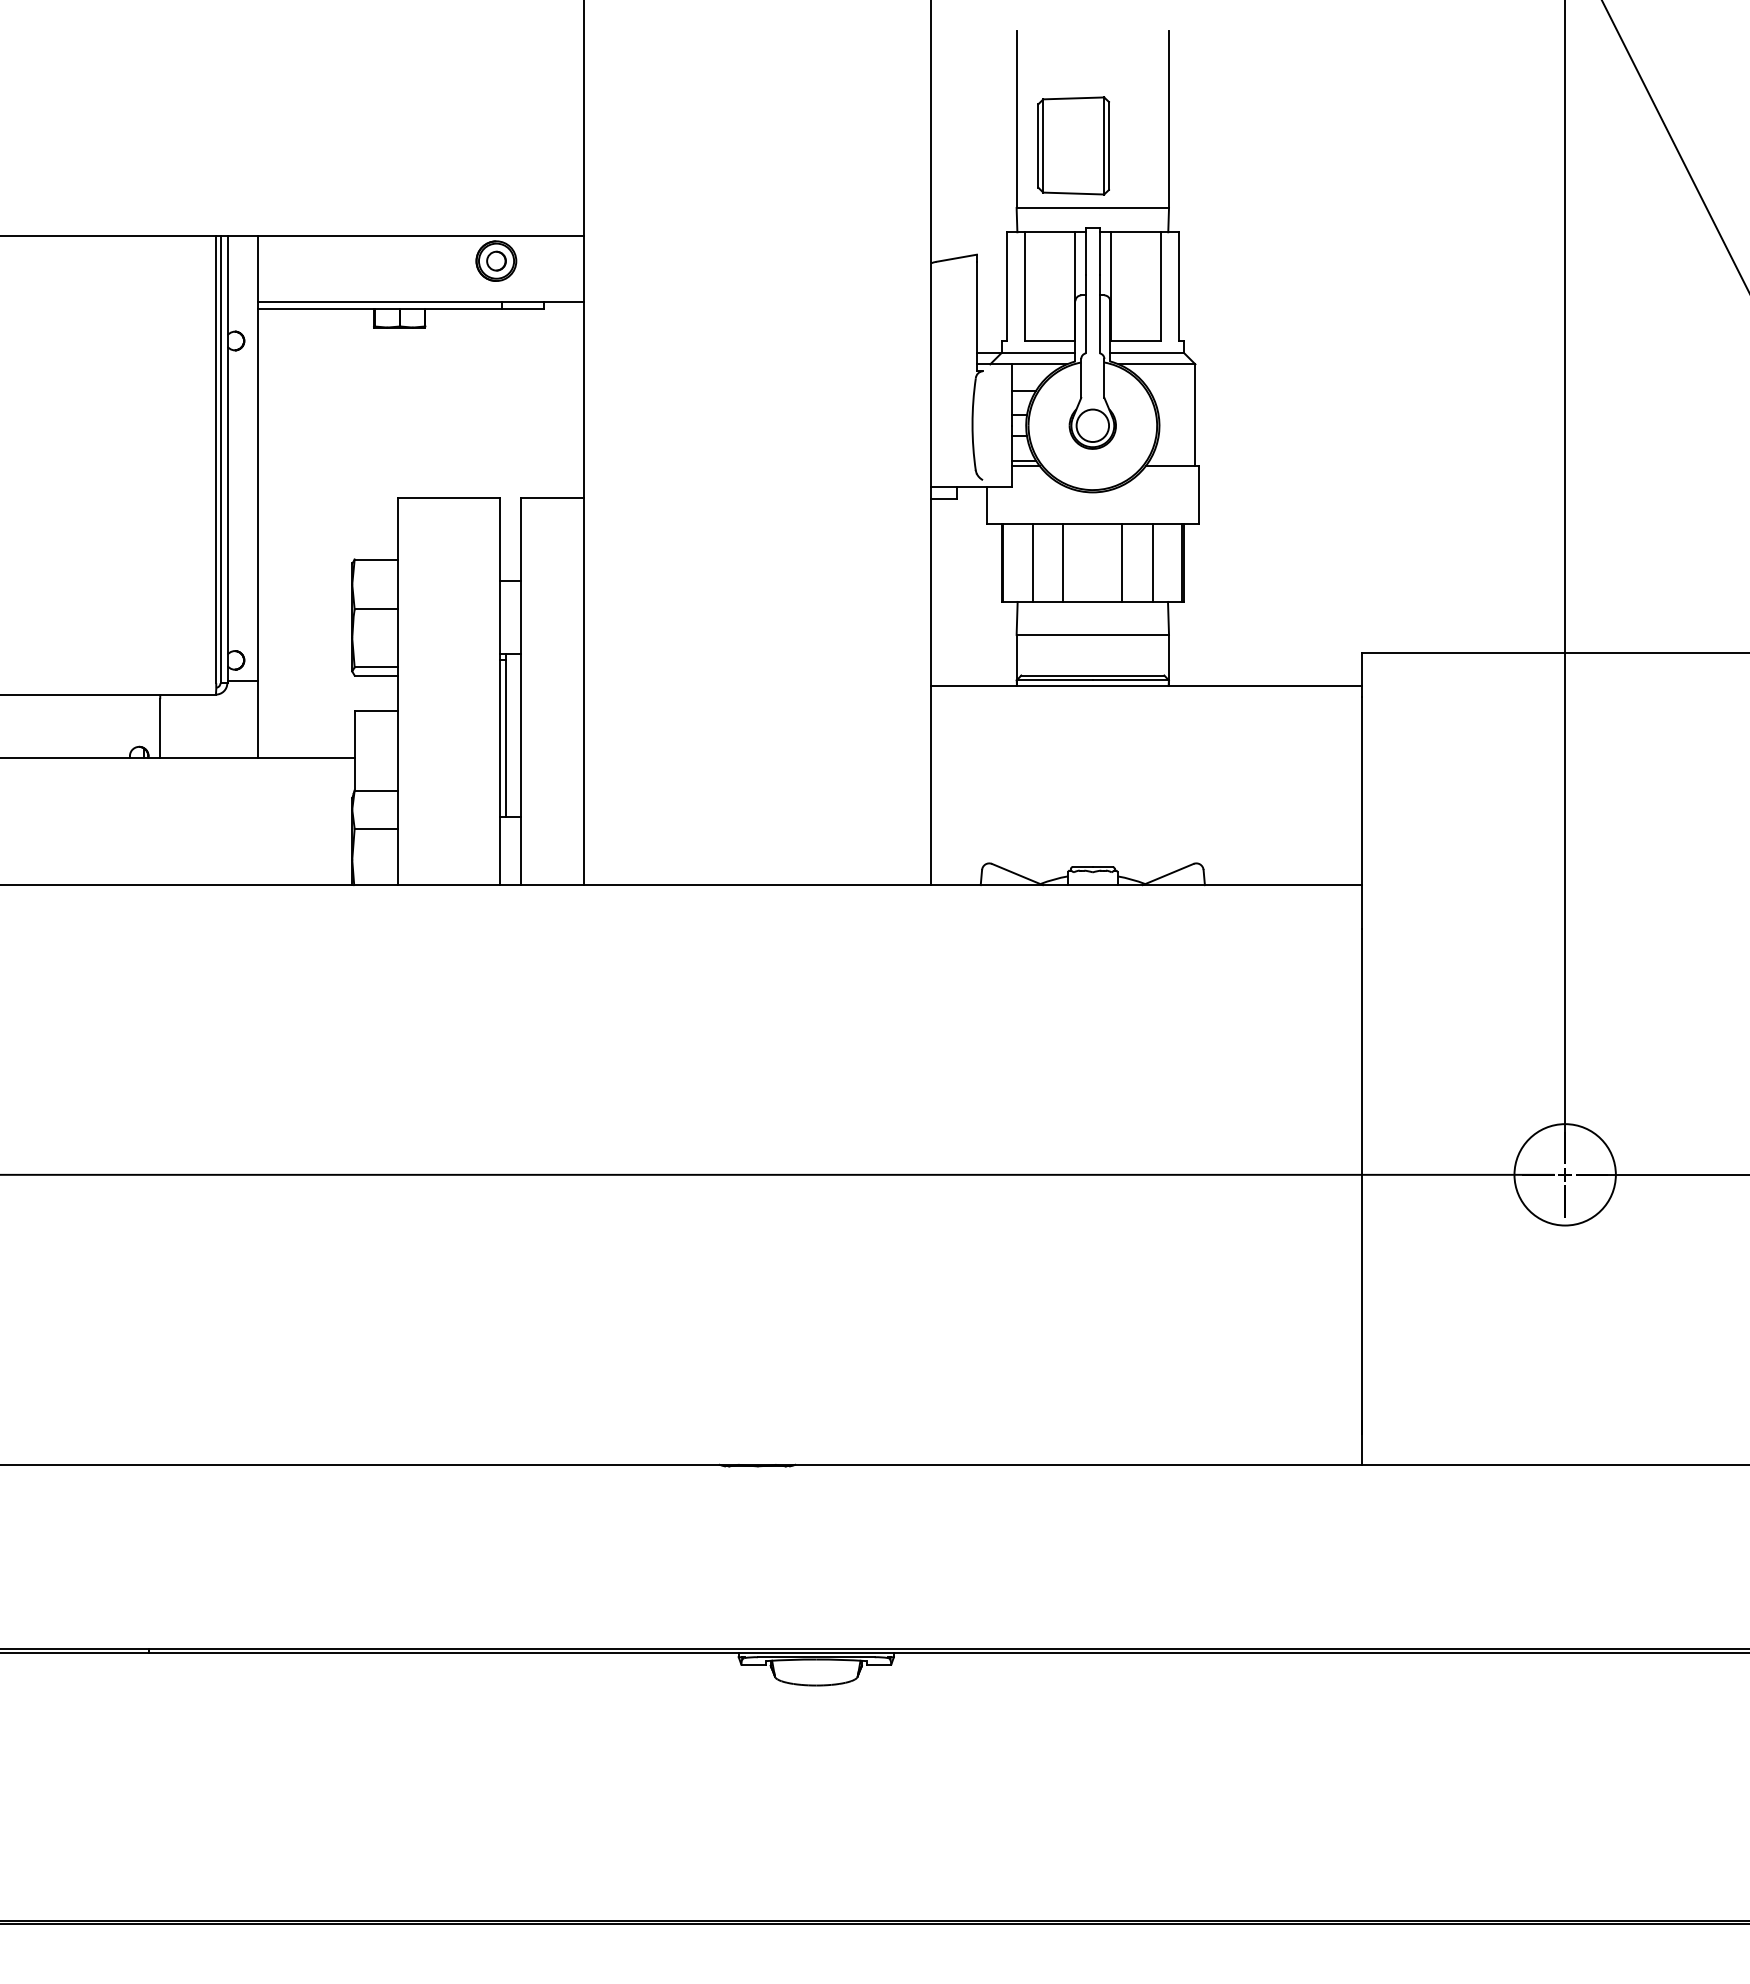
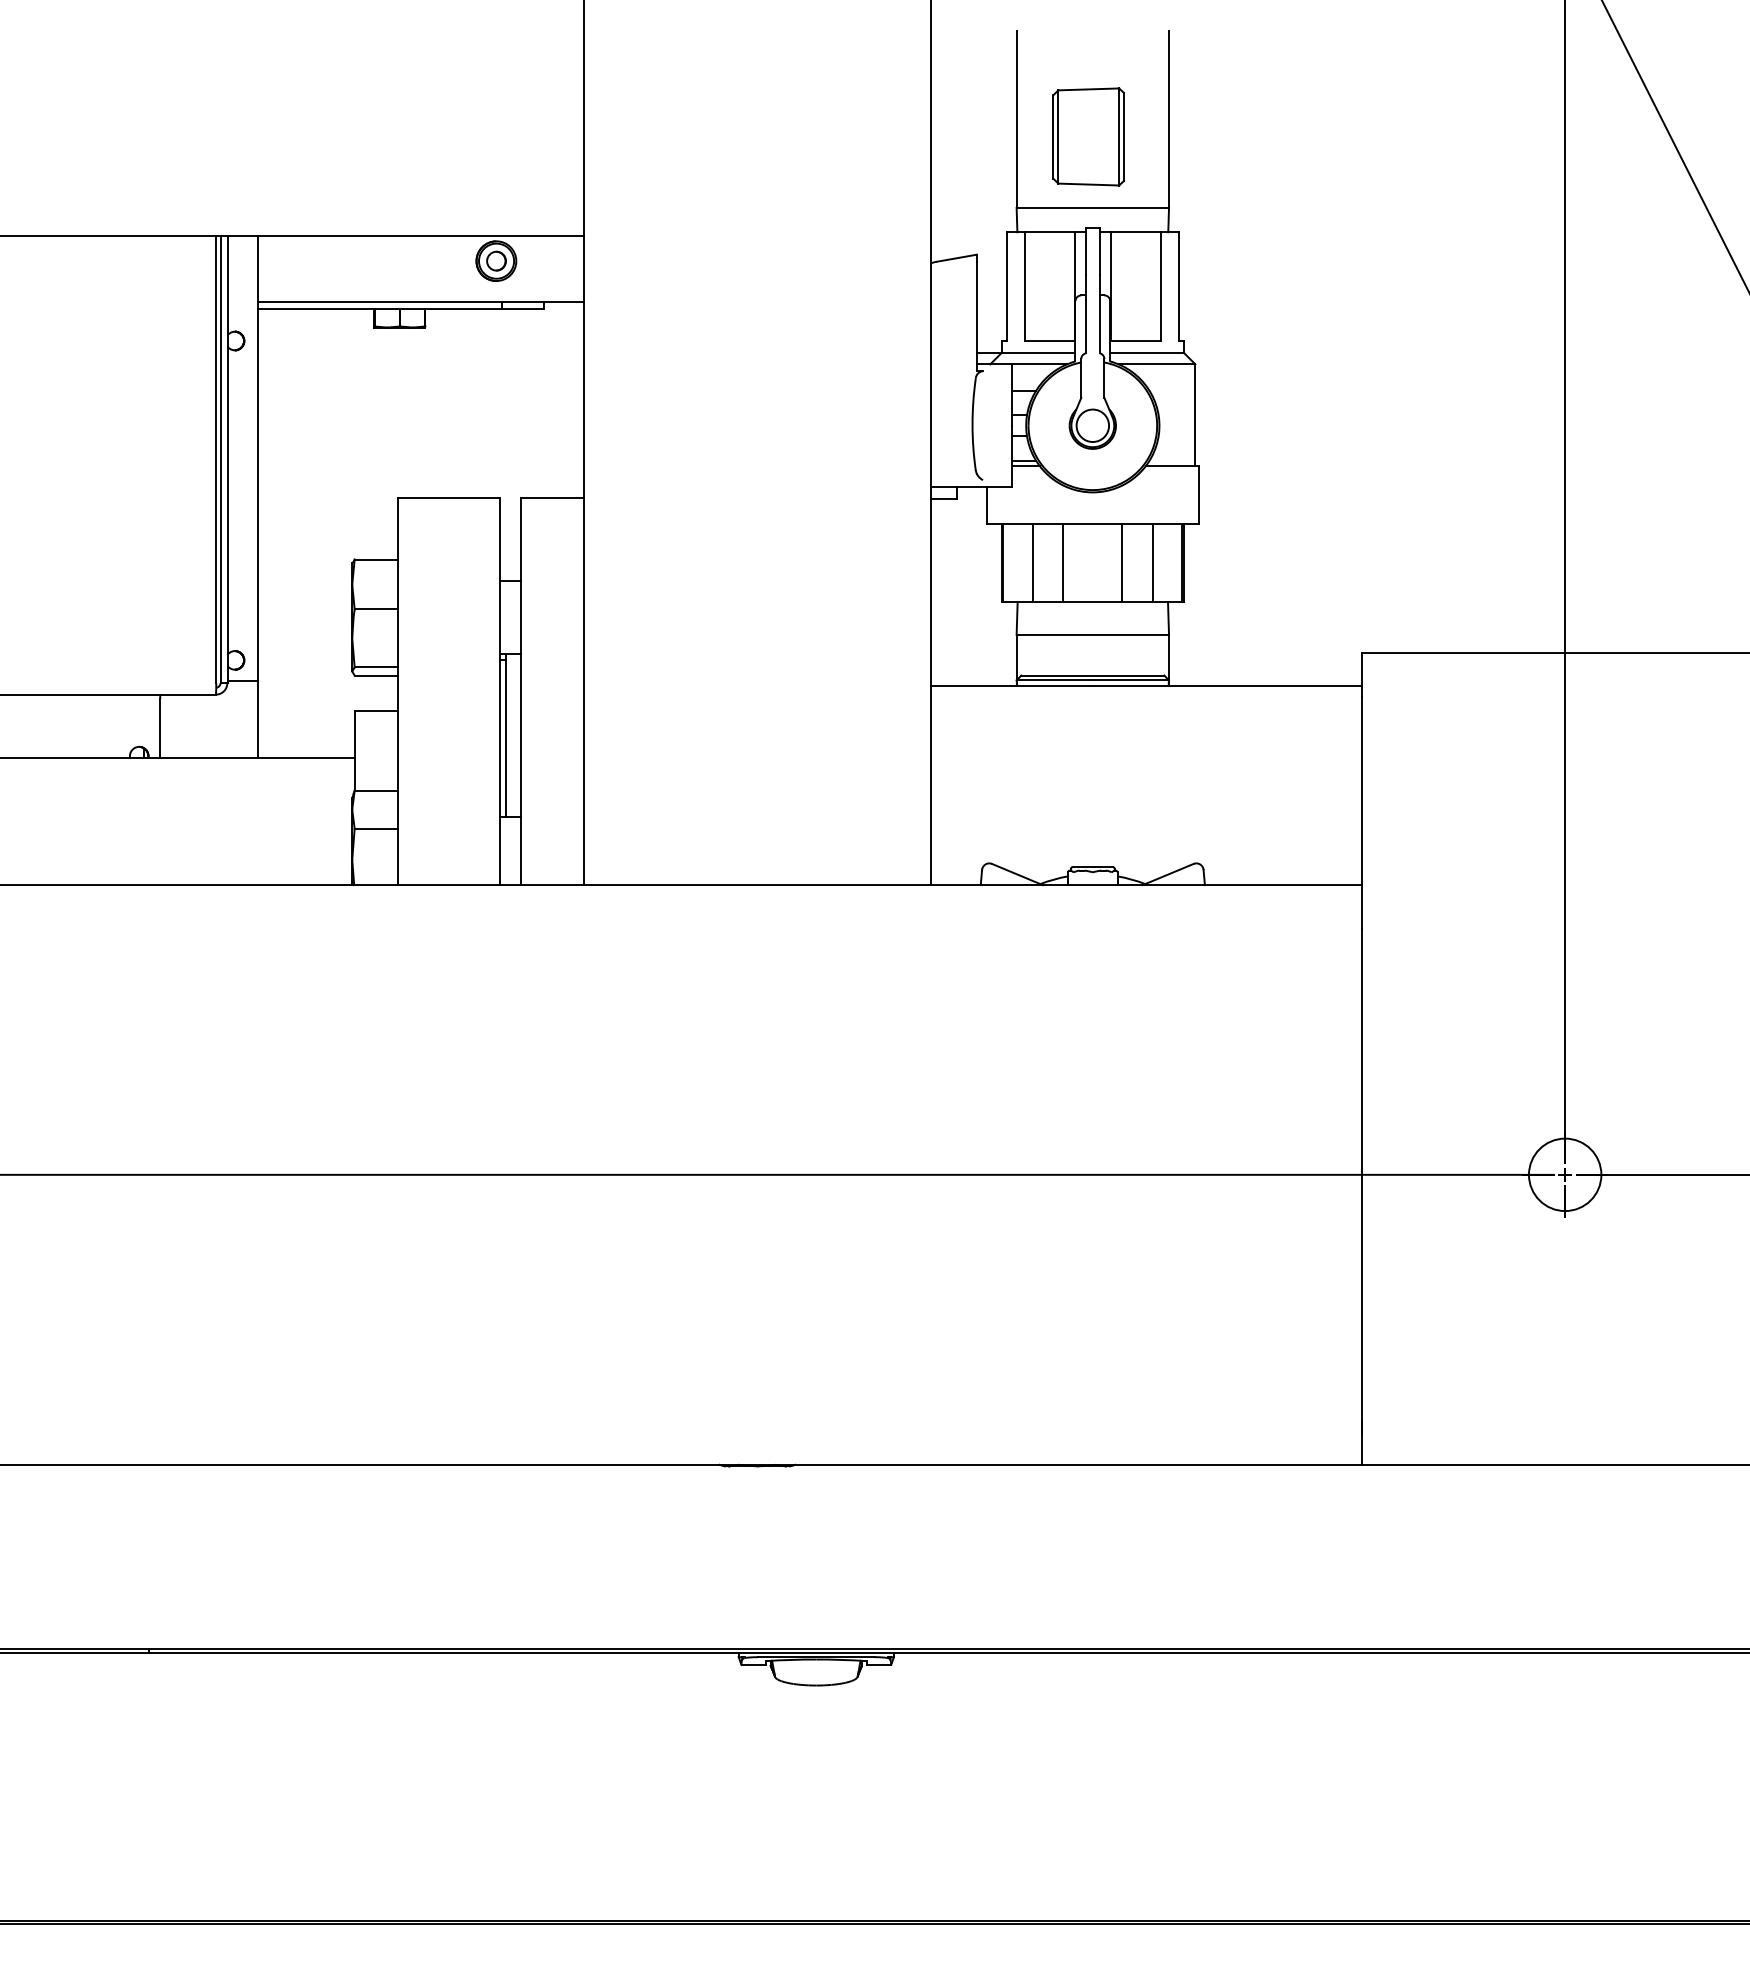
part at (1073, 145) position: (1073, 145) -> (1088, 136)
circle at (1564, 1174) diameter: 101 px -> 72 px
